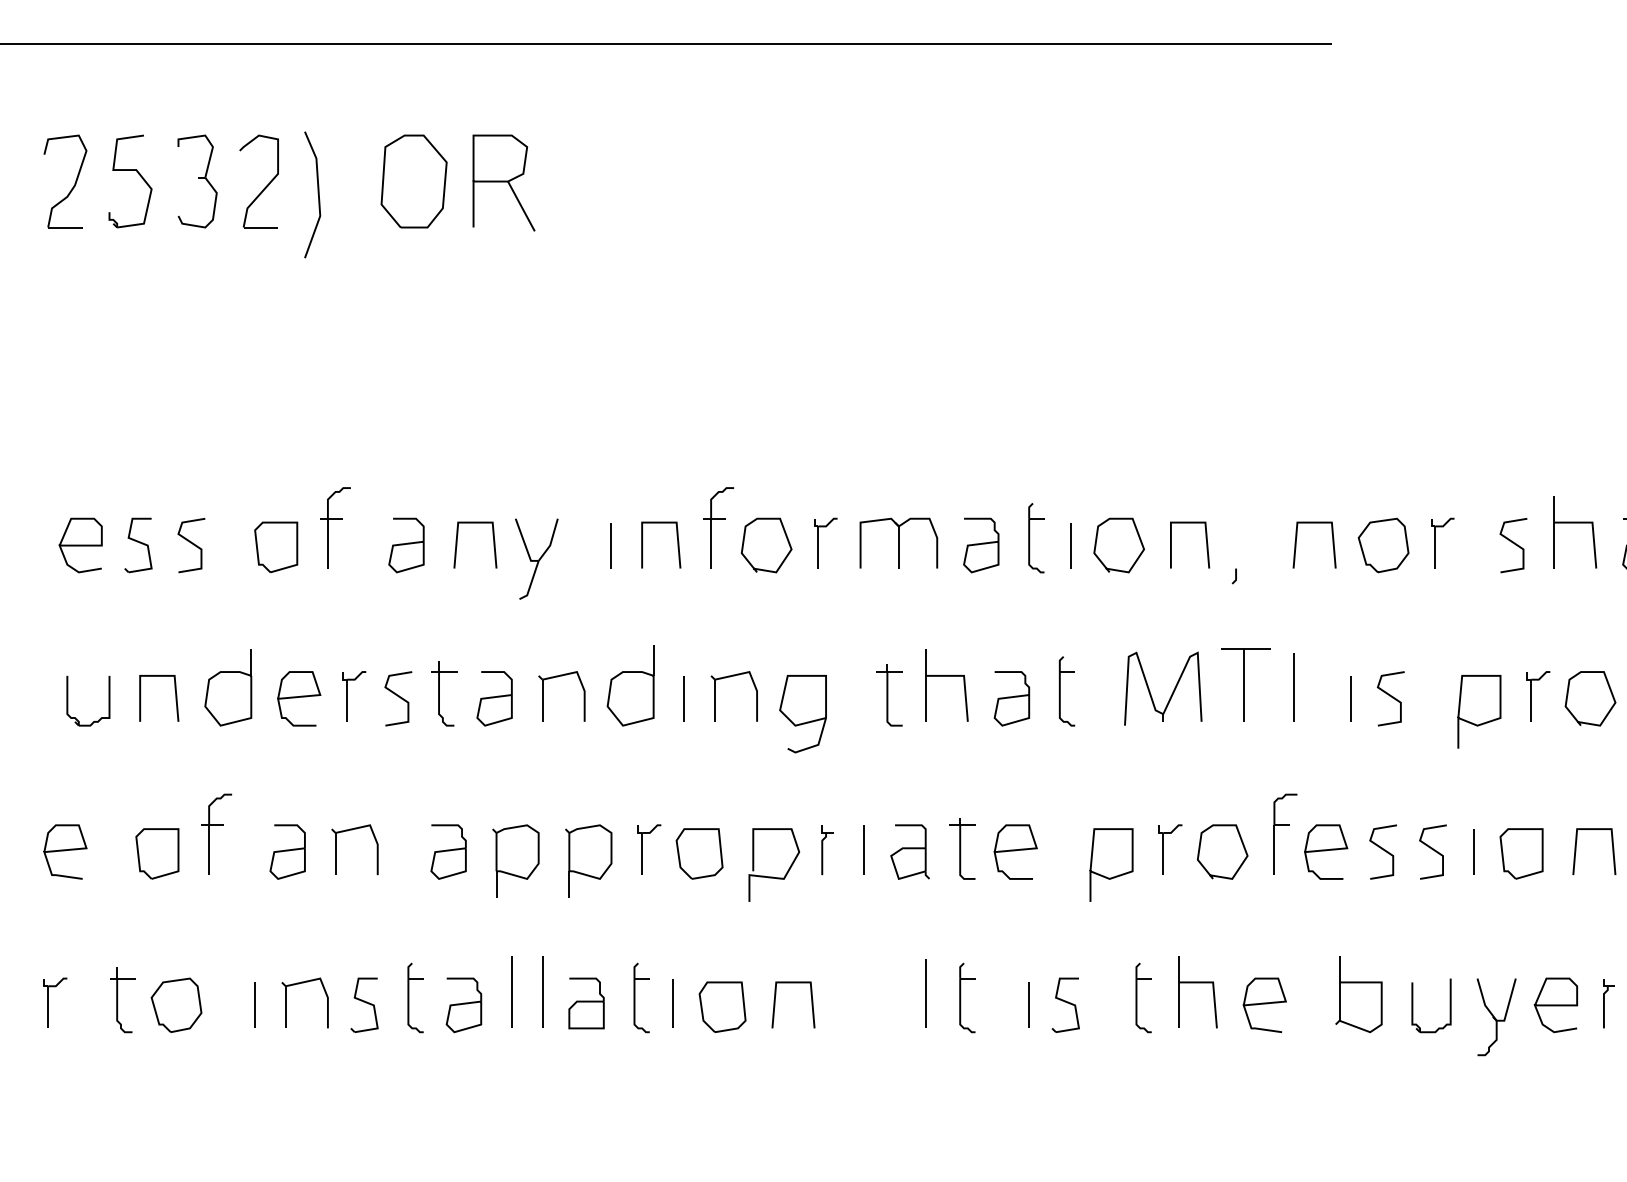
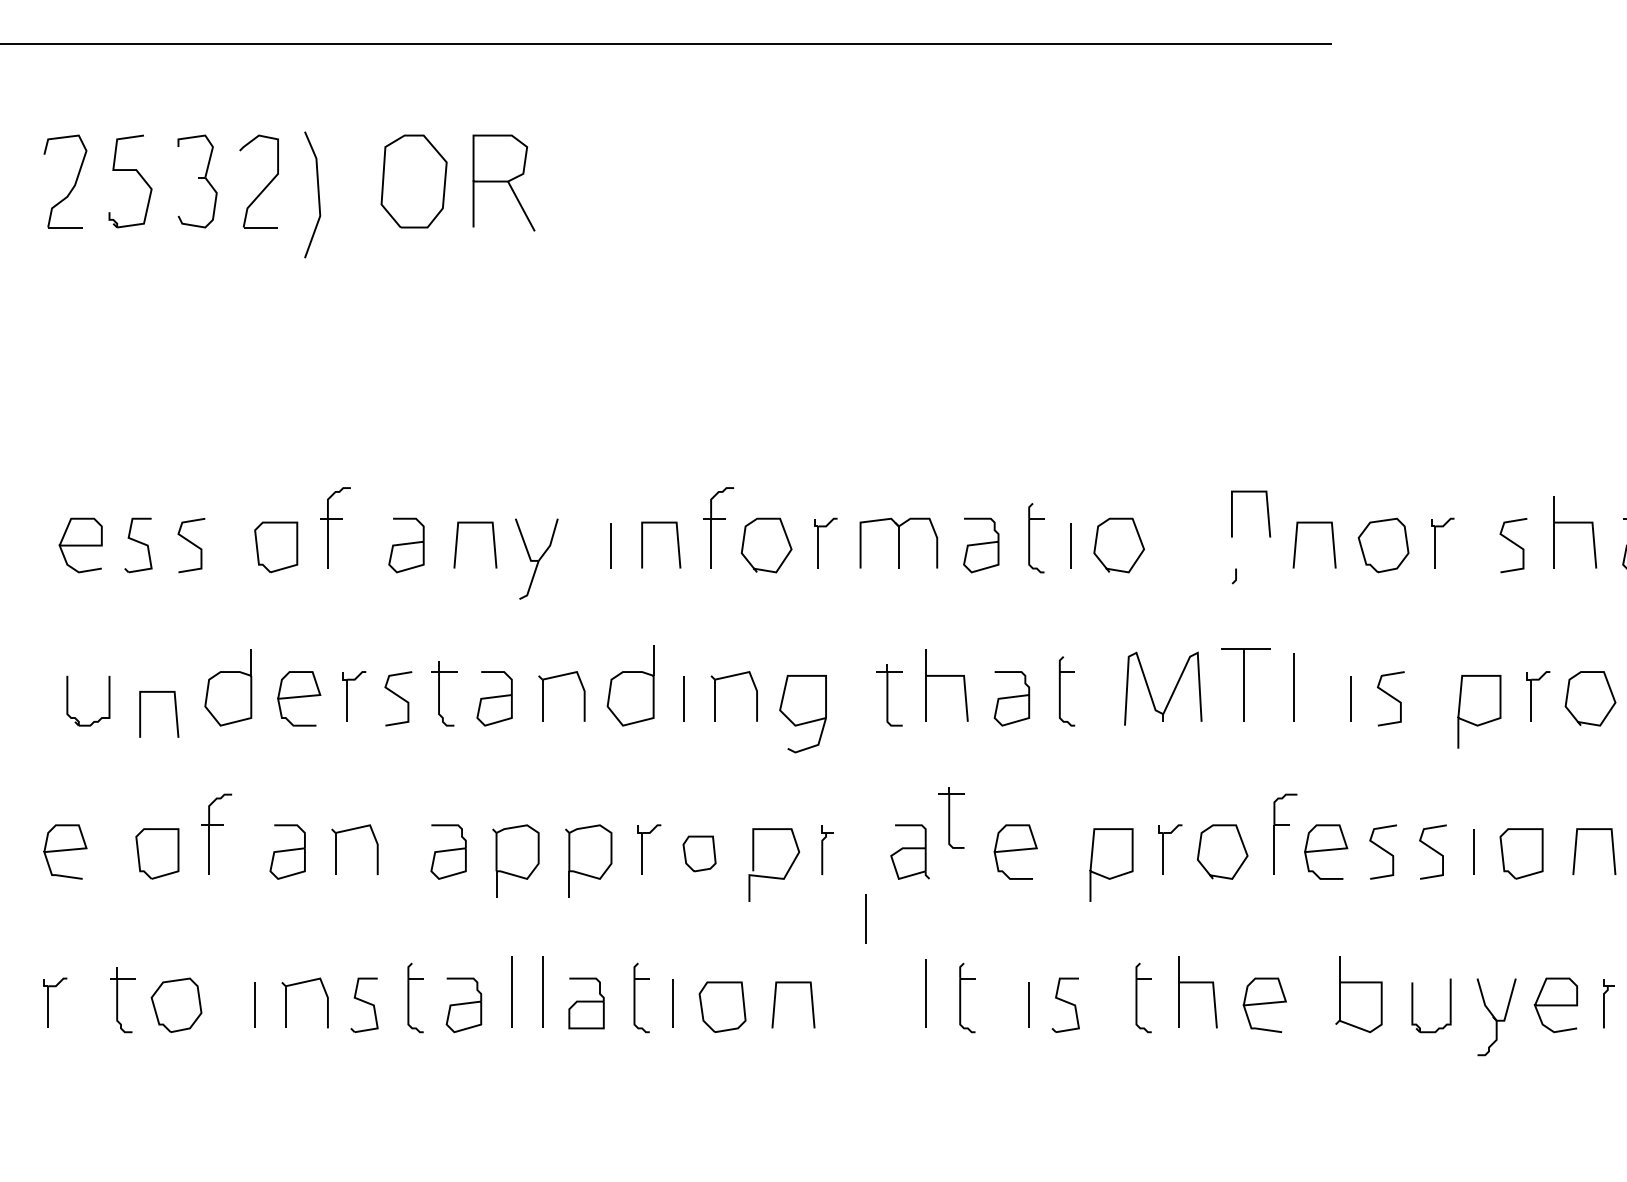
line at (1206, 544) position: (1206, 544) -> (1267, 513)
line at (175, 698) position: (175, 698) -> (175, 714)
part at (962, 848) position: (962, 848) -> (951, 817)
line at (863, 849) position: (863, 849) -> (865, 918)
part at (699, 853) size: 49x52 px -> 35x38 px
